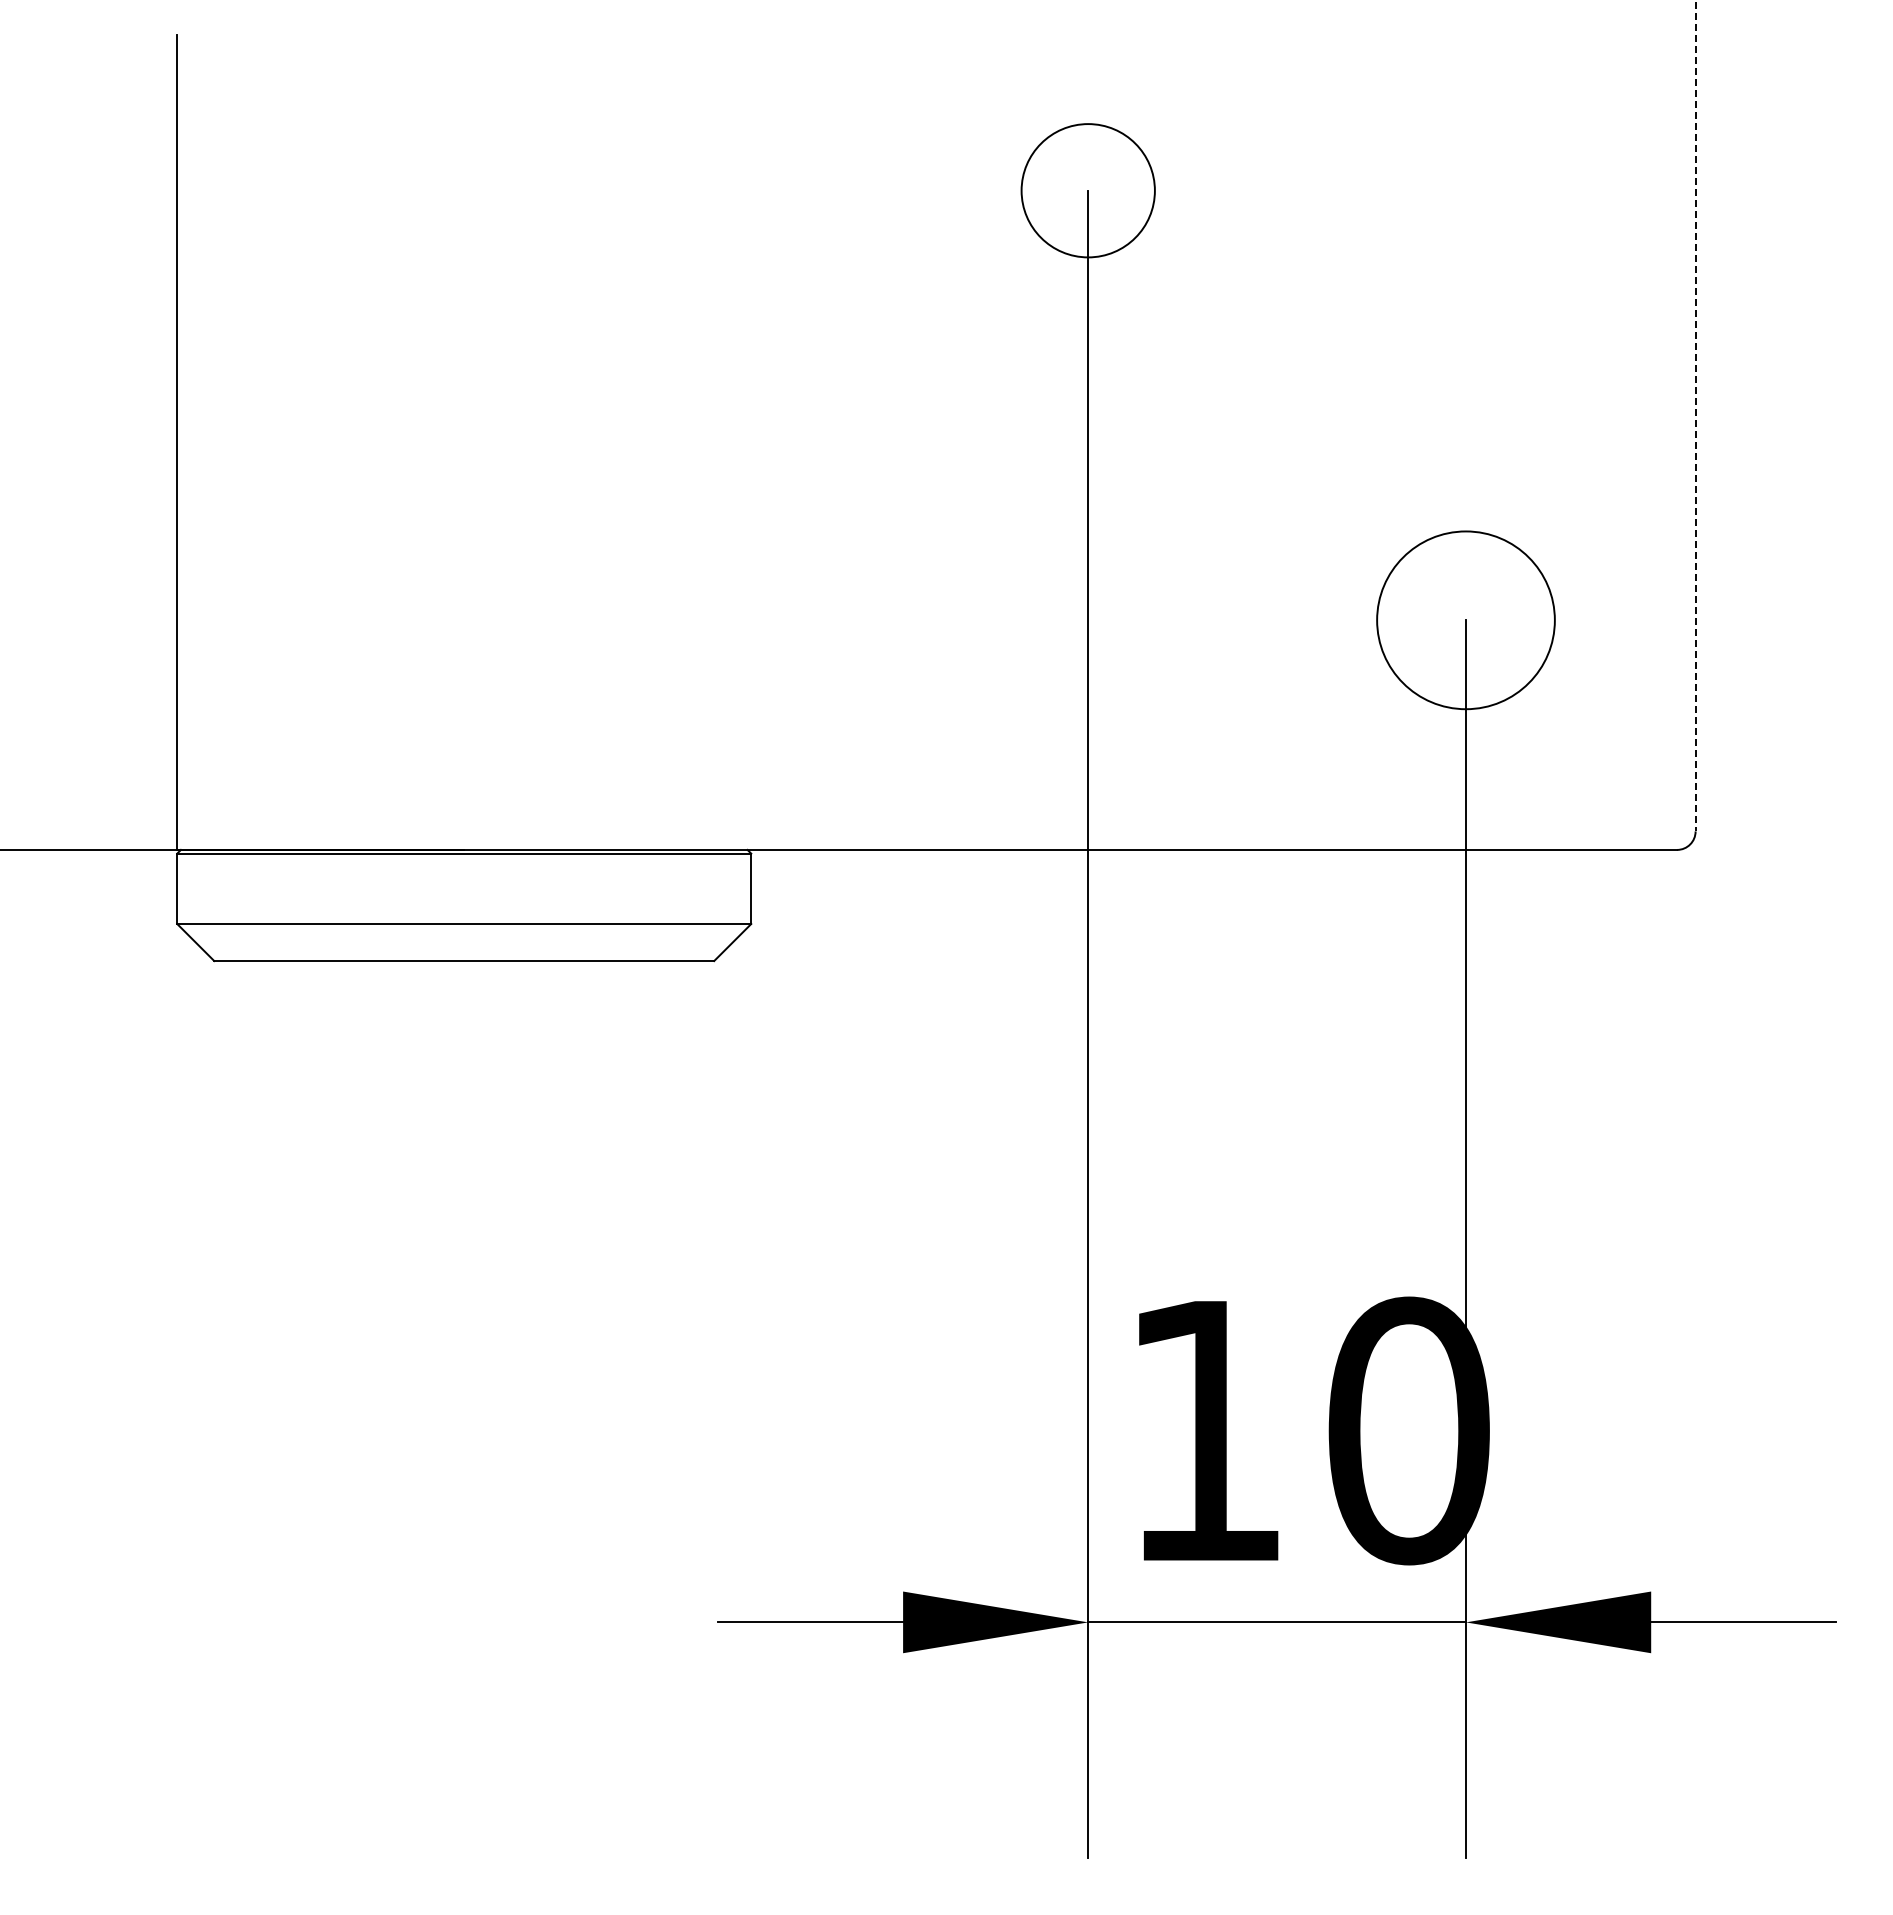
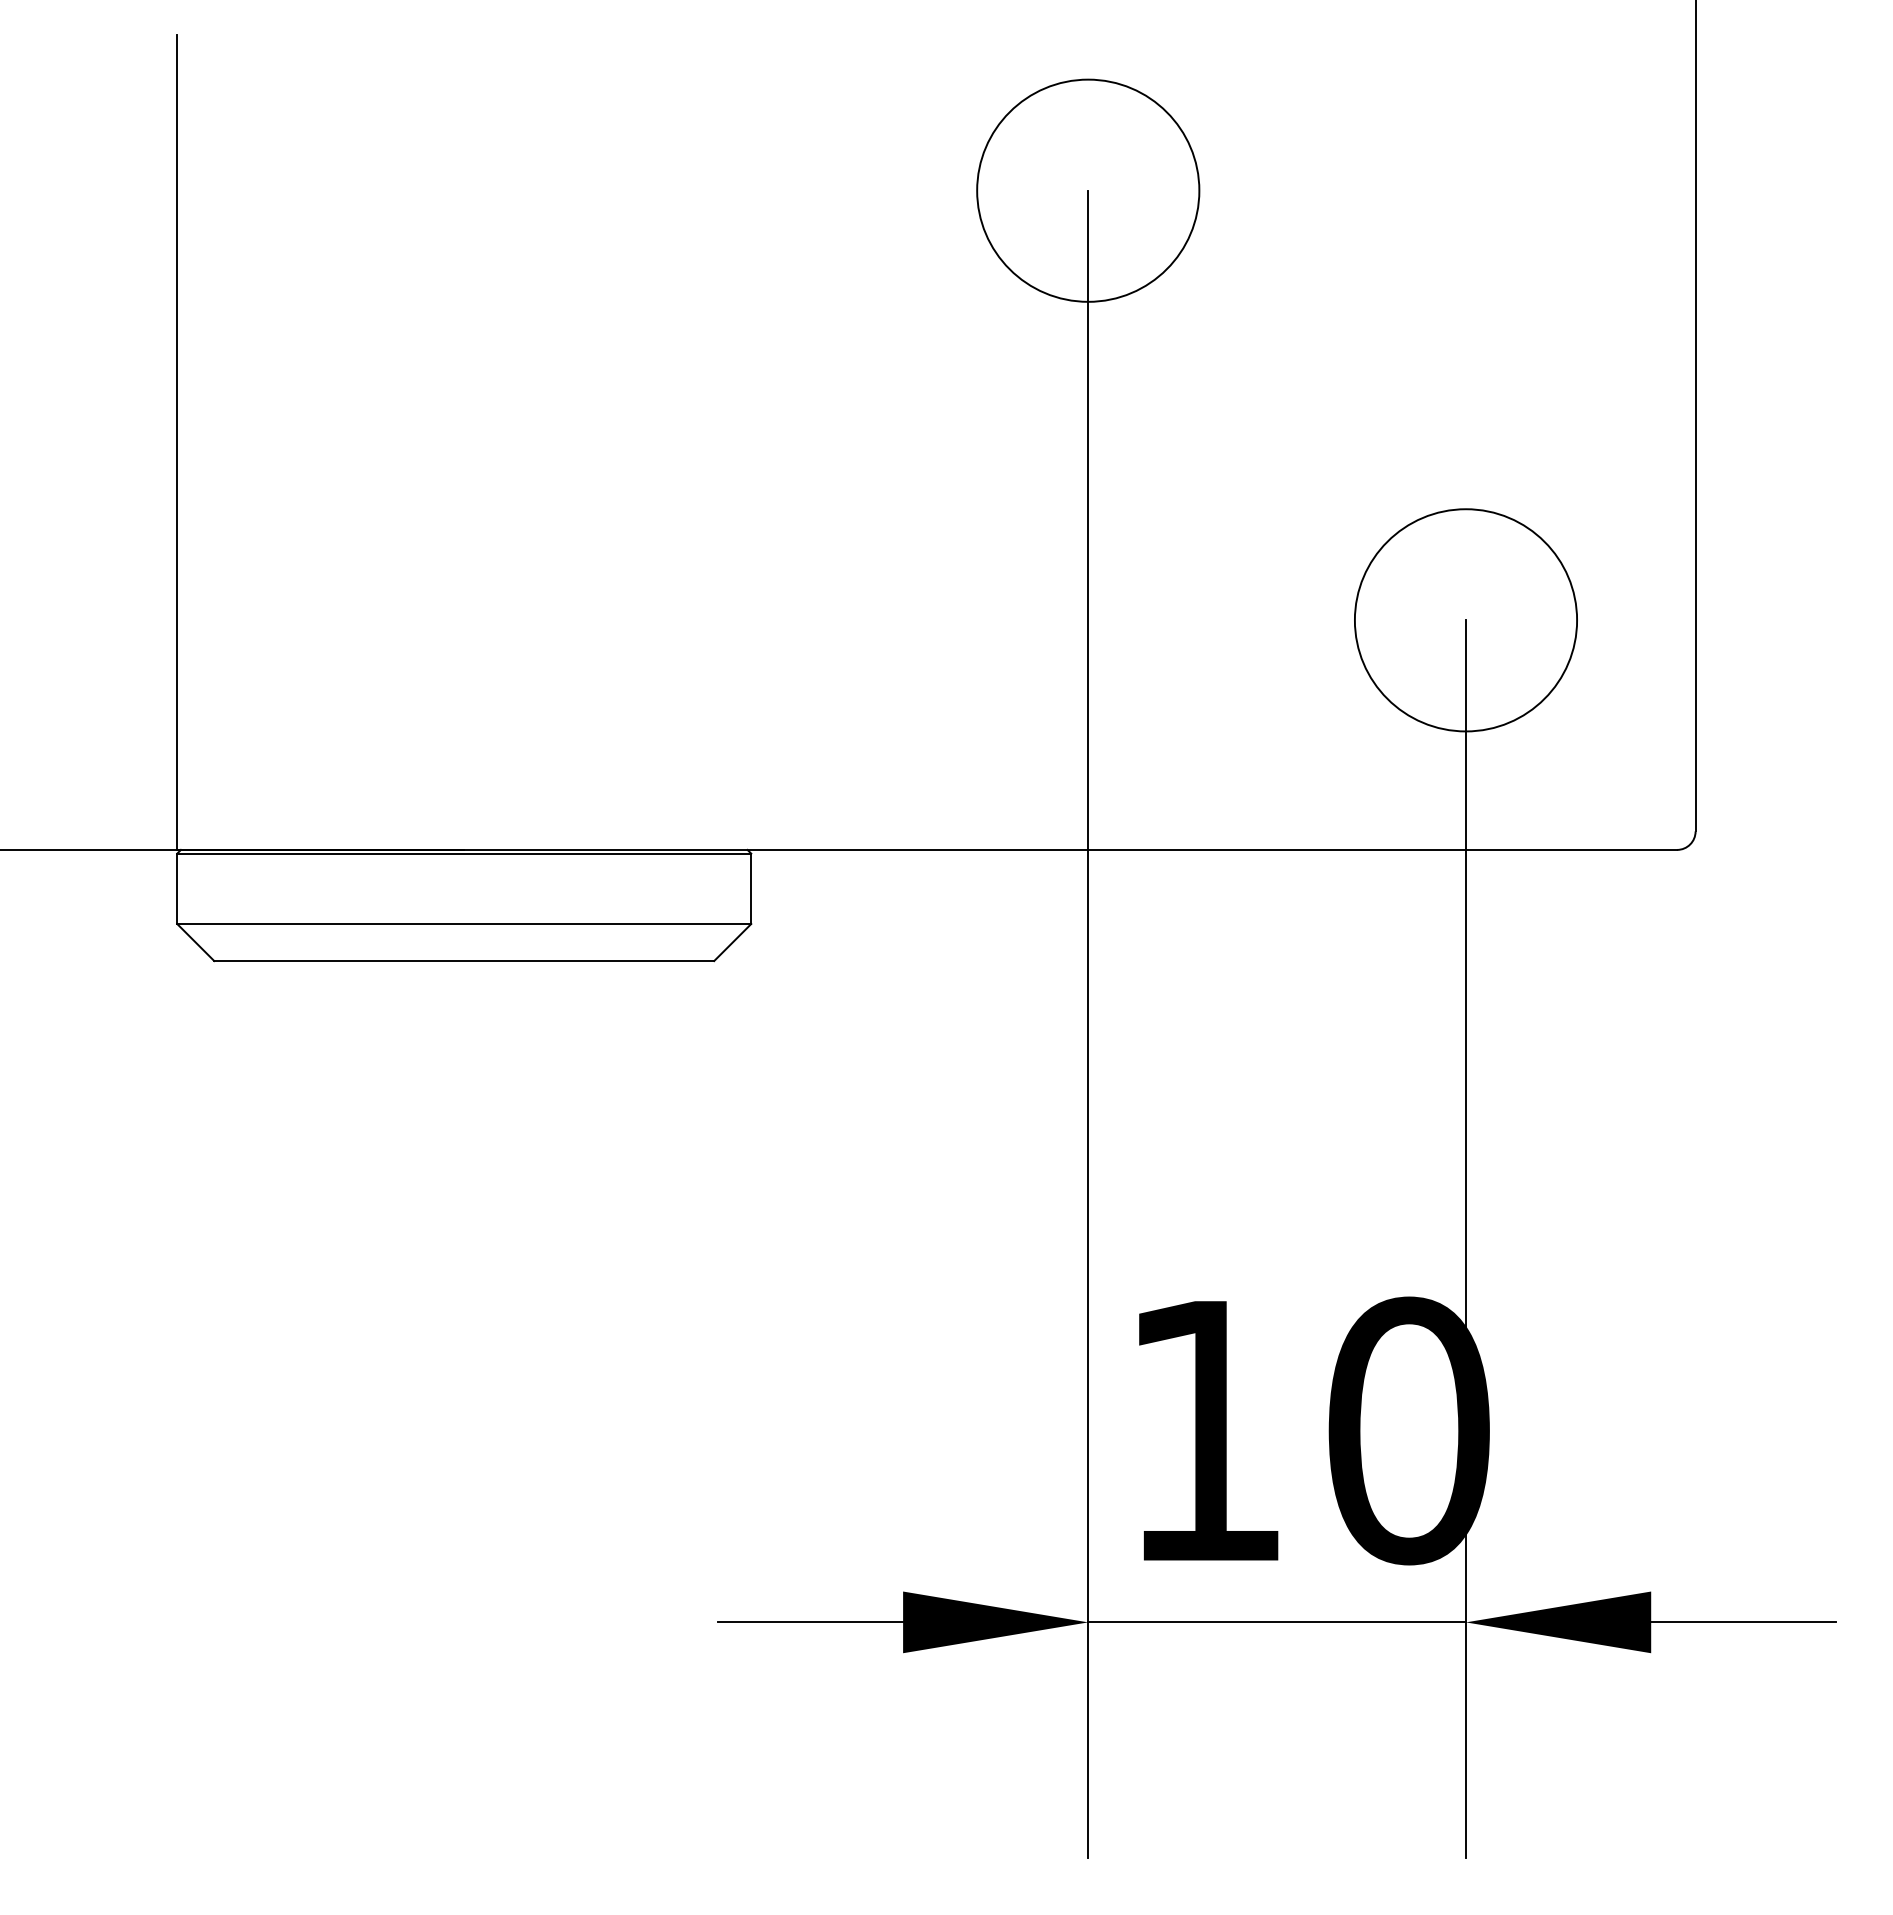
circle at (1087, 190) diameter: 133 px -> 222 px
line at (1695, 416): dashed -> solid
circle at (1465, 620) diameter: 178 px -> 222 px
